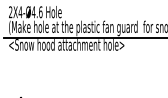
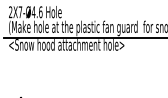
text at (20, 12): 2X4-Ø4.6 -> 2X7-Ø4.6
